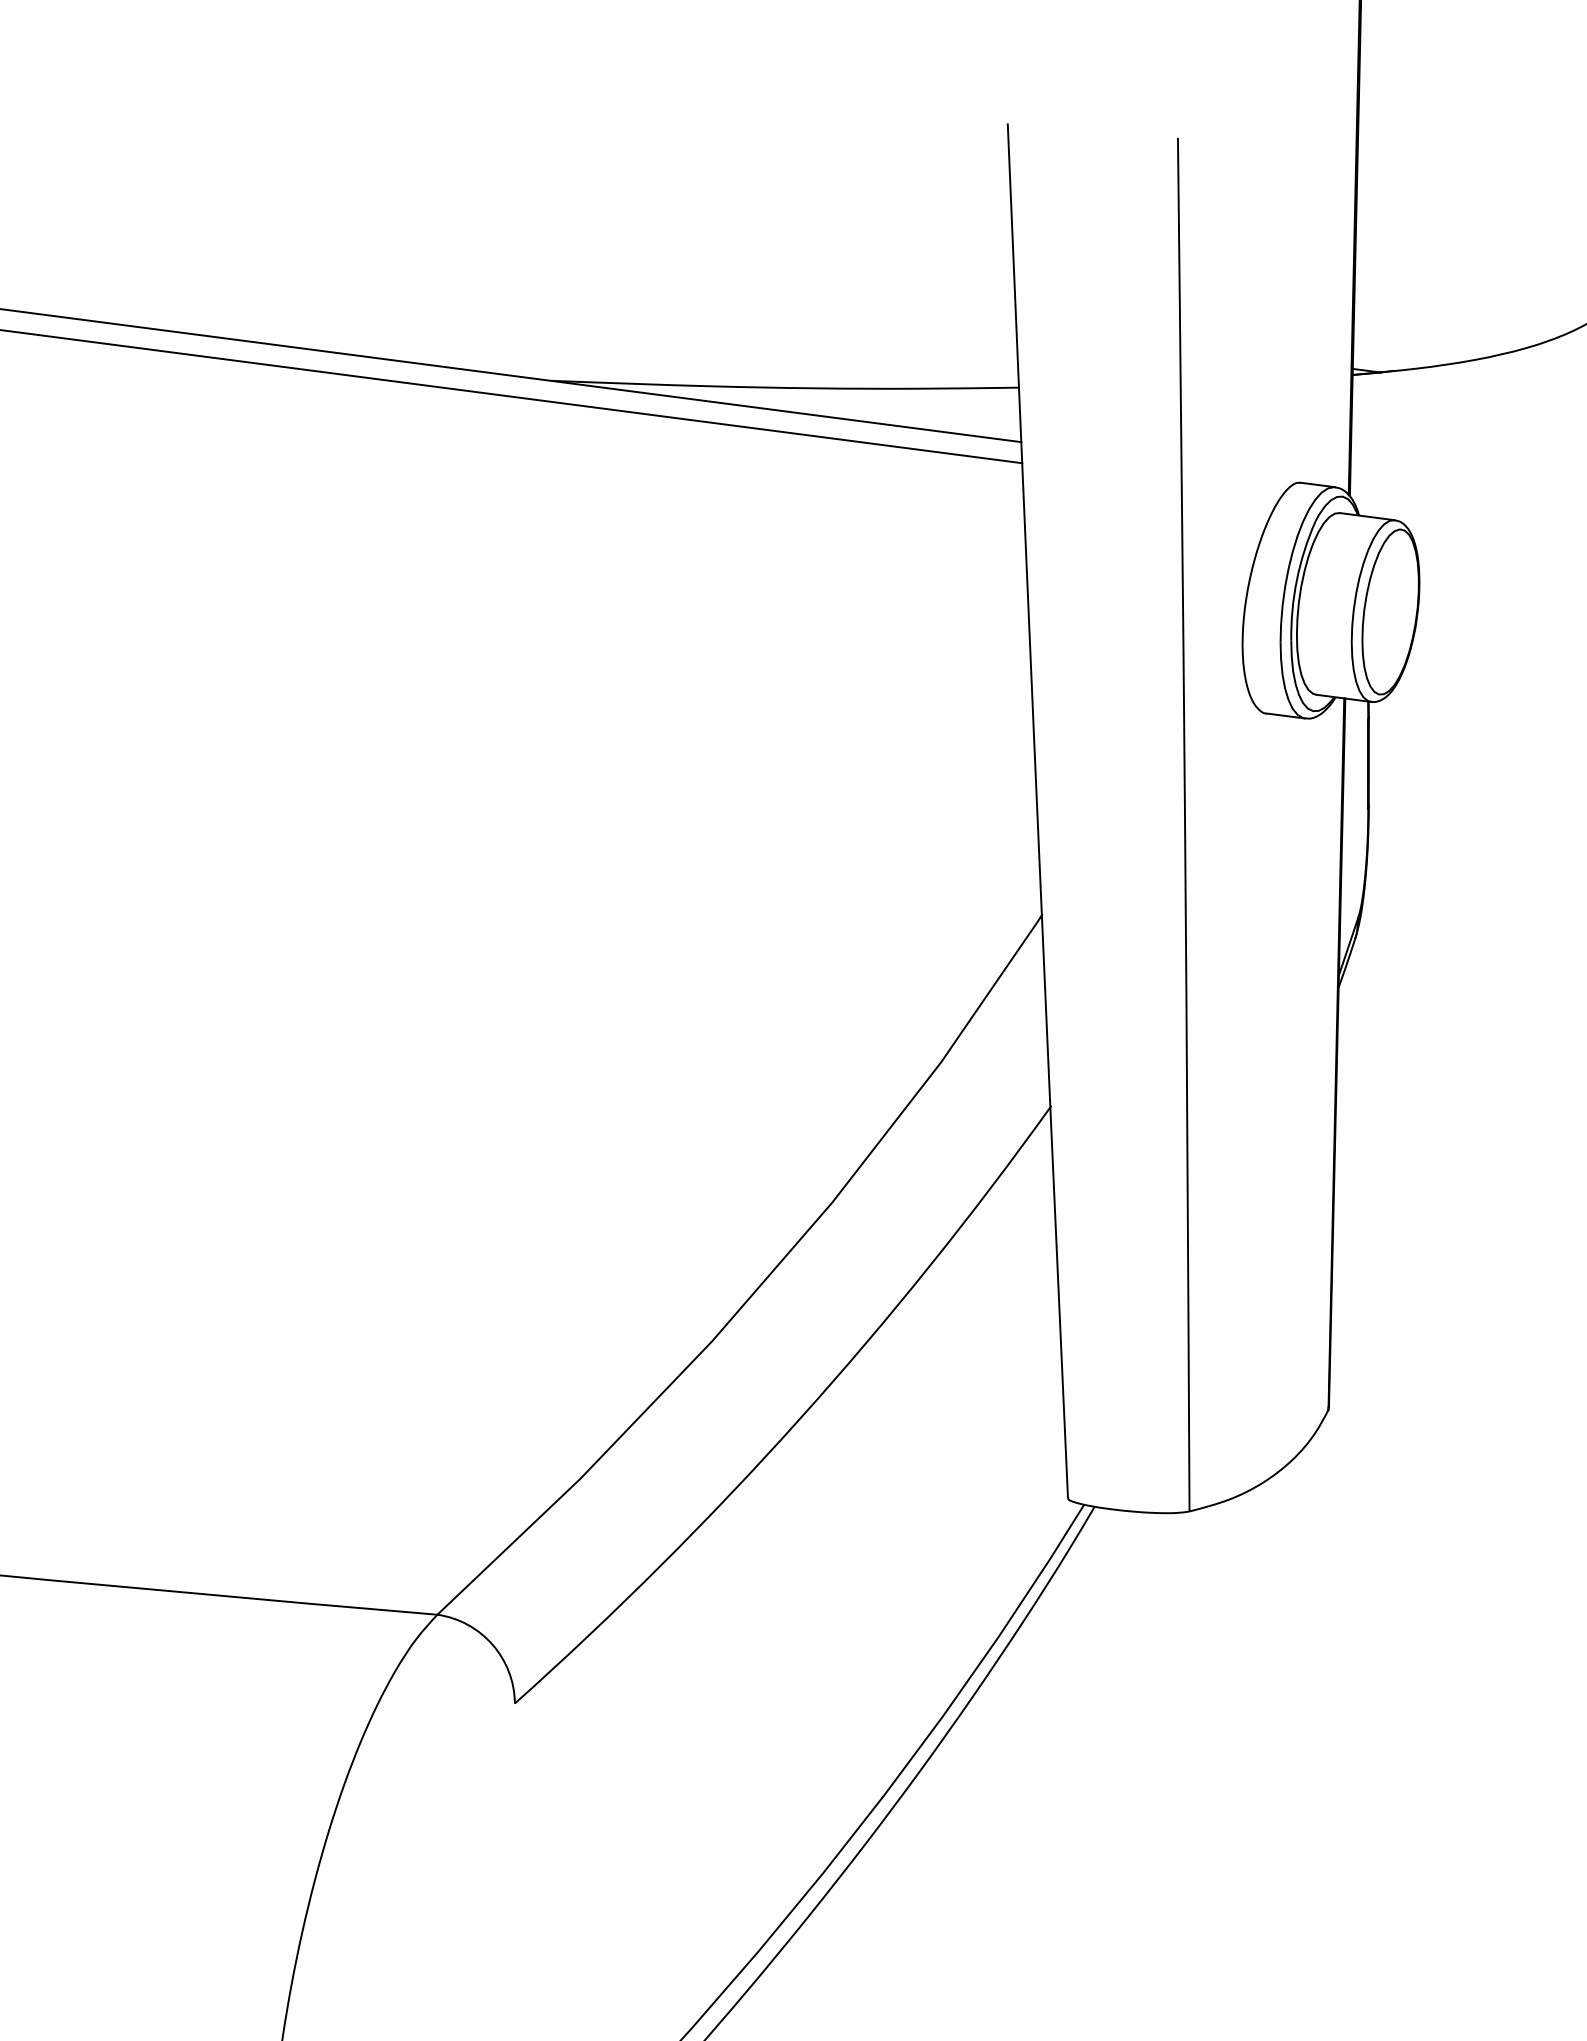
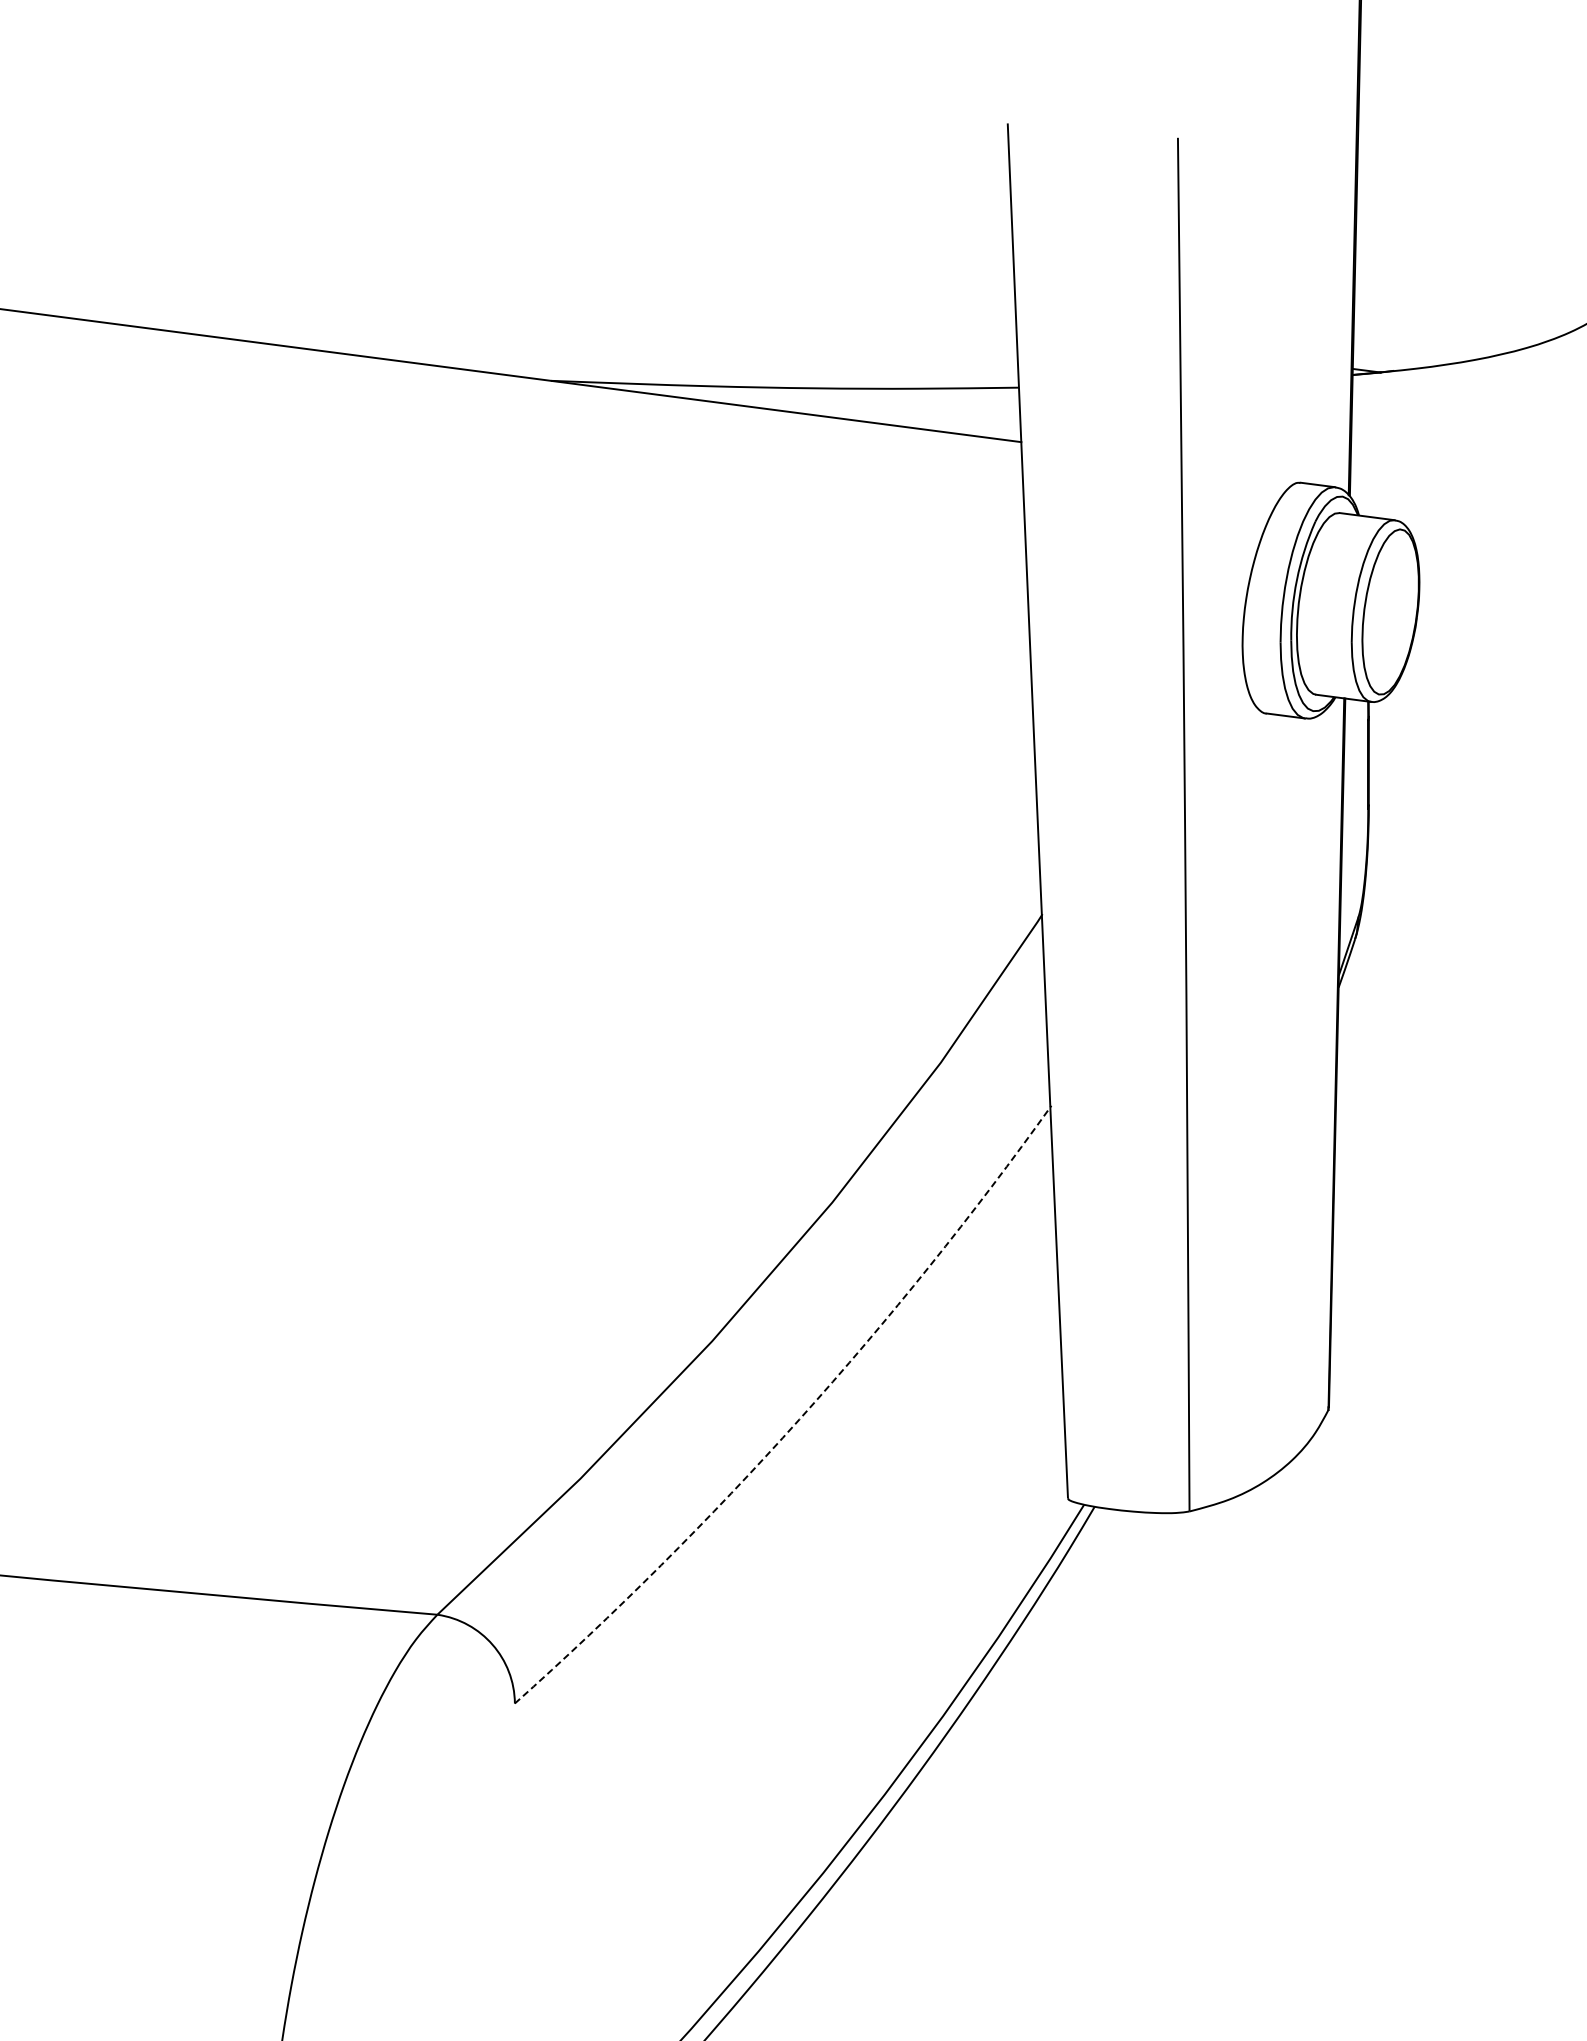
line at (512, 396): present -> none
arc at (799, 1419): solid -> dashed
